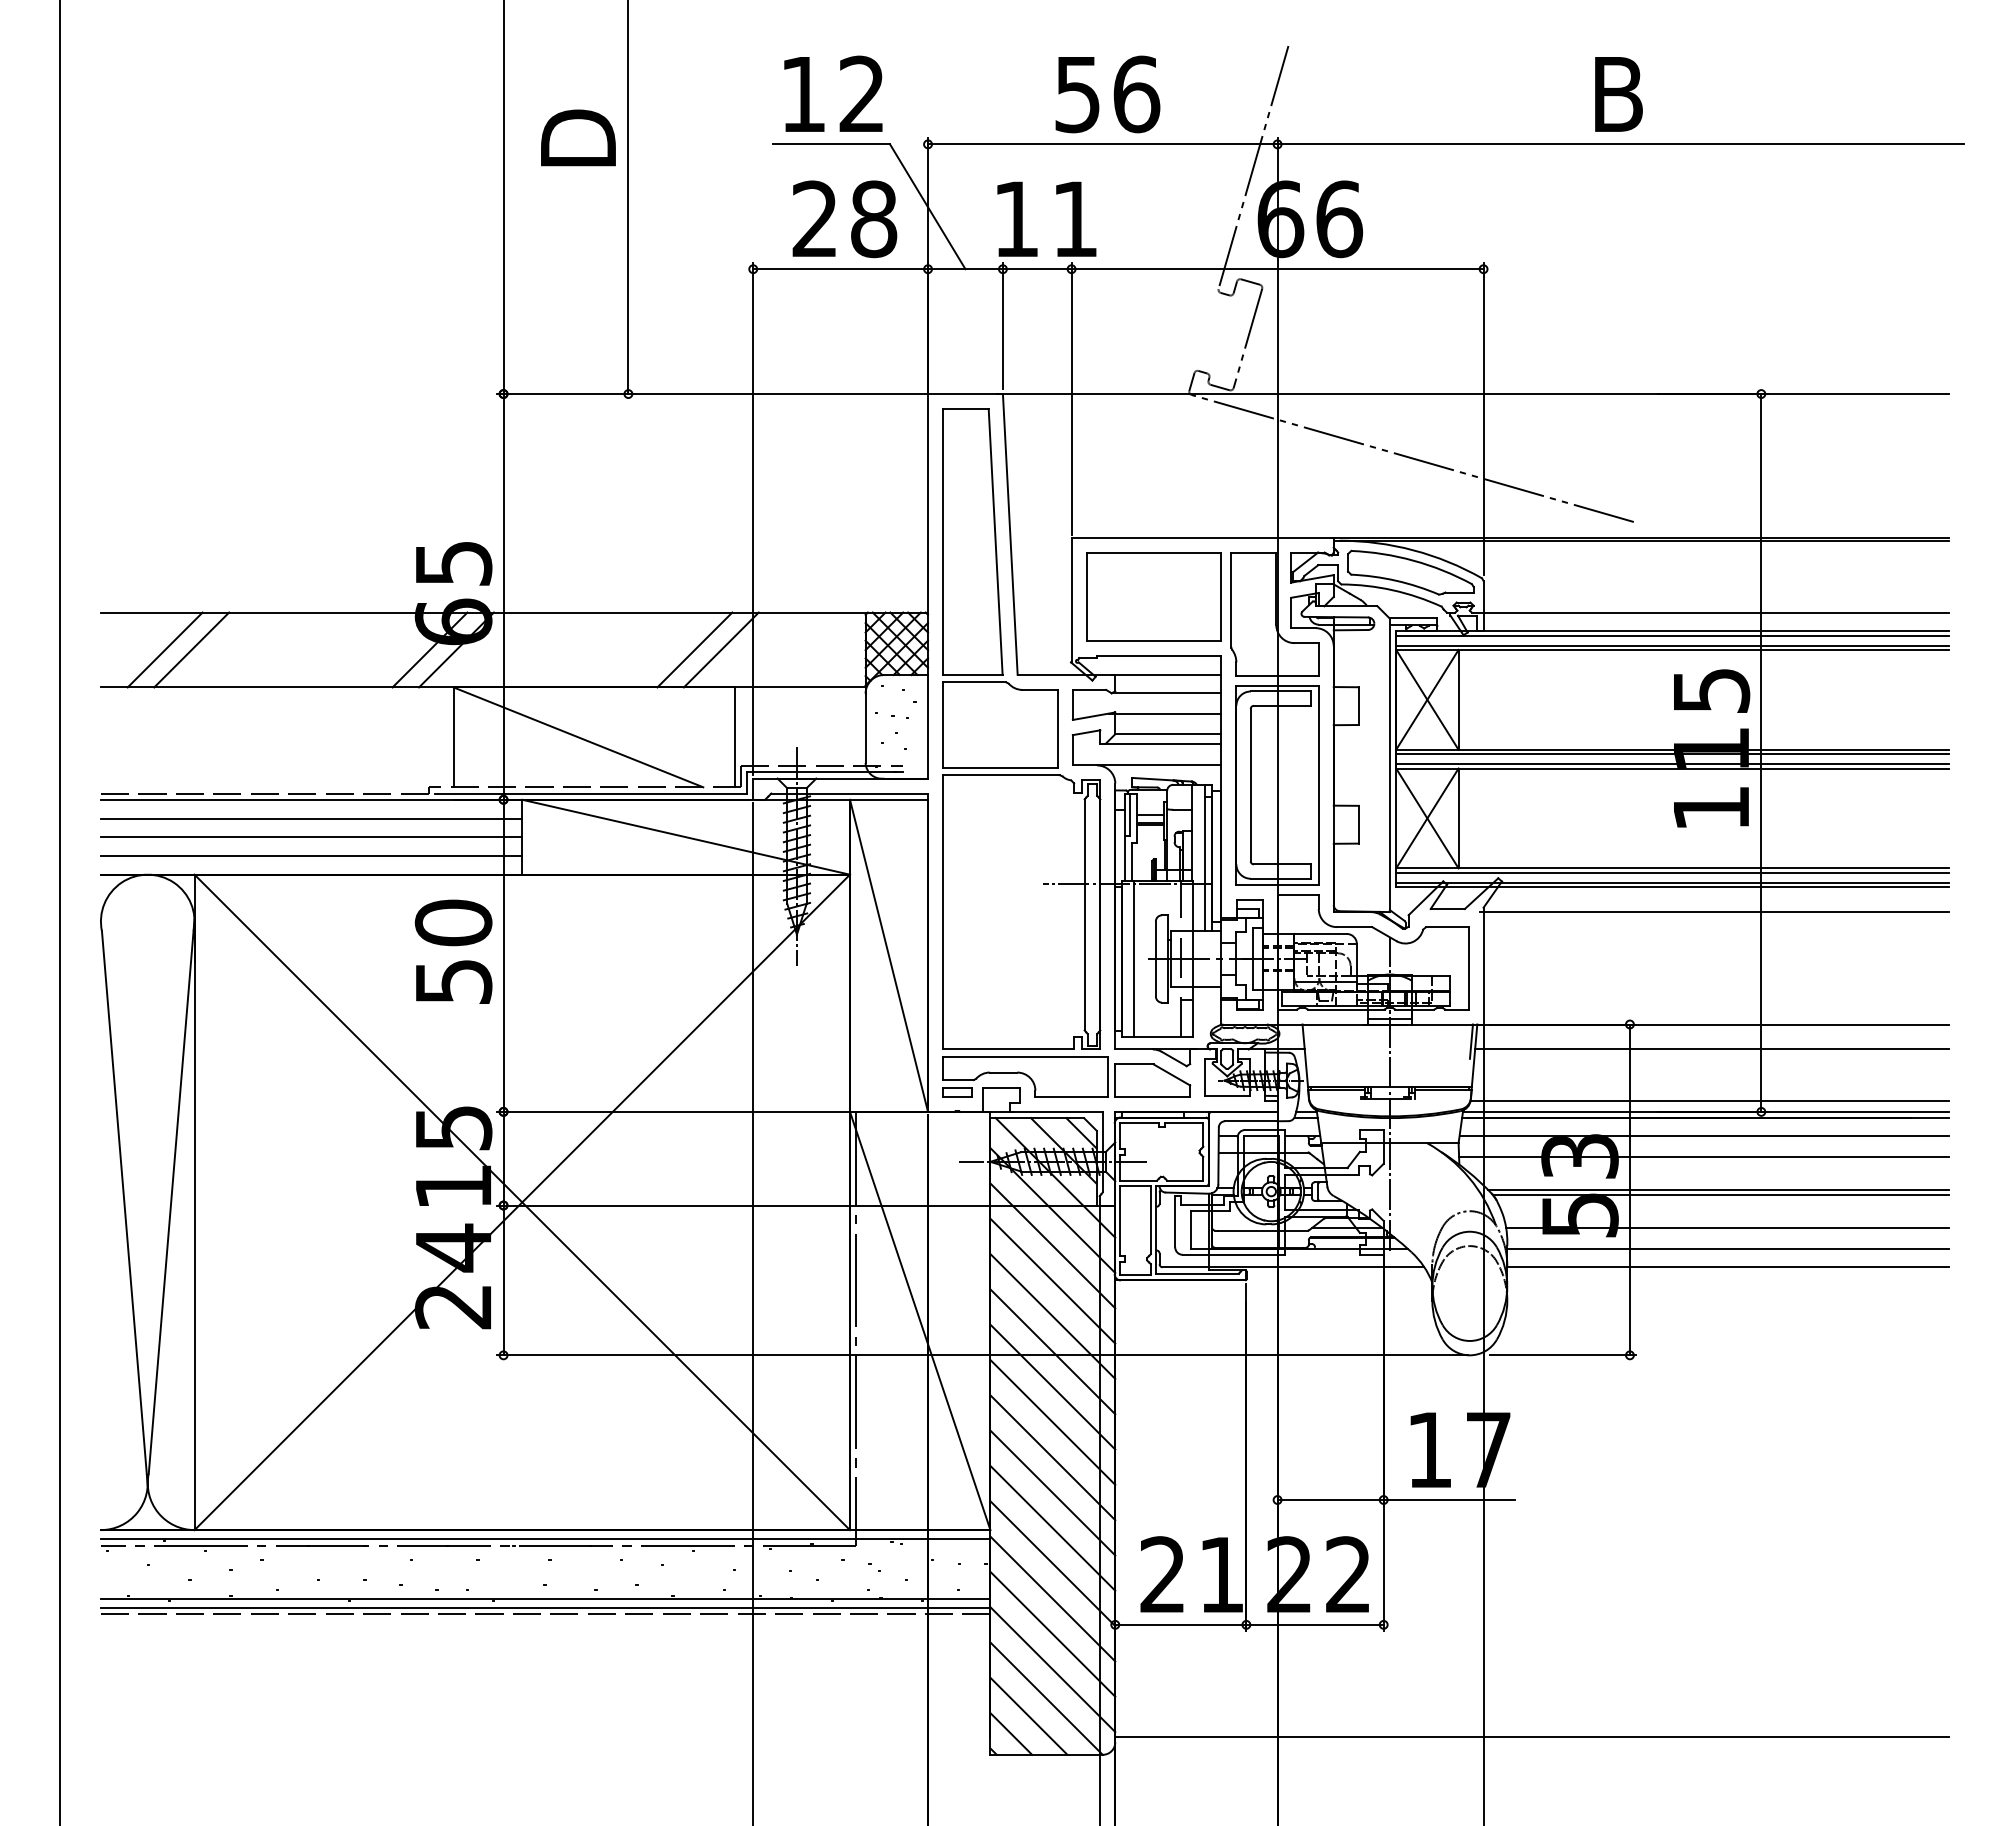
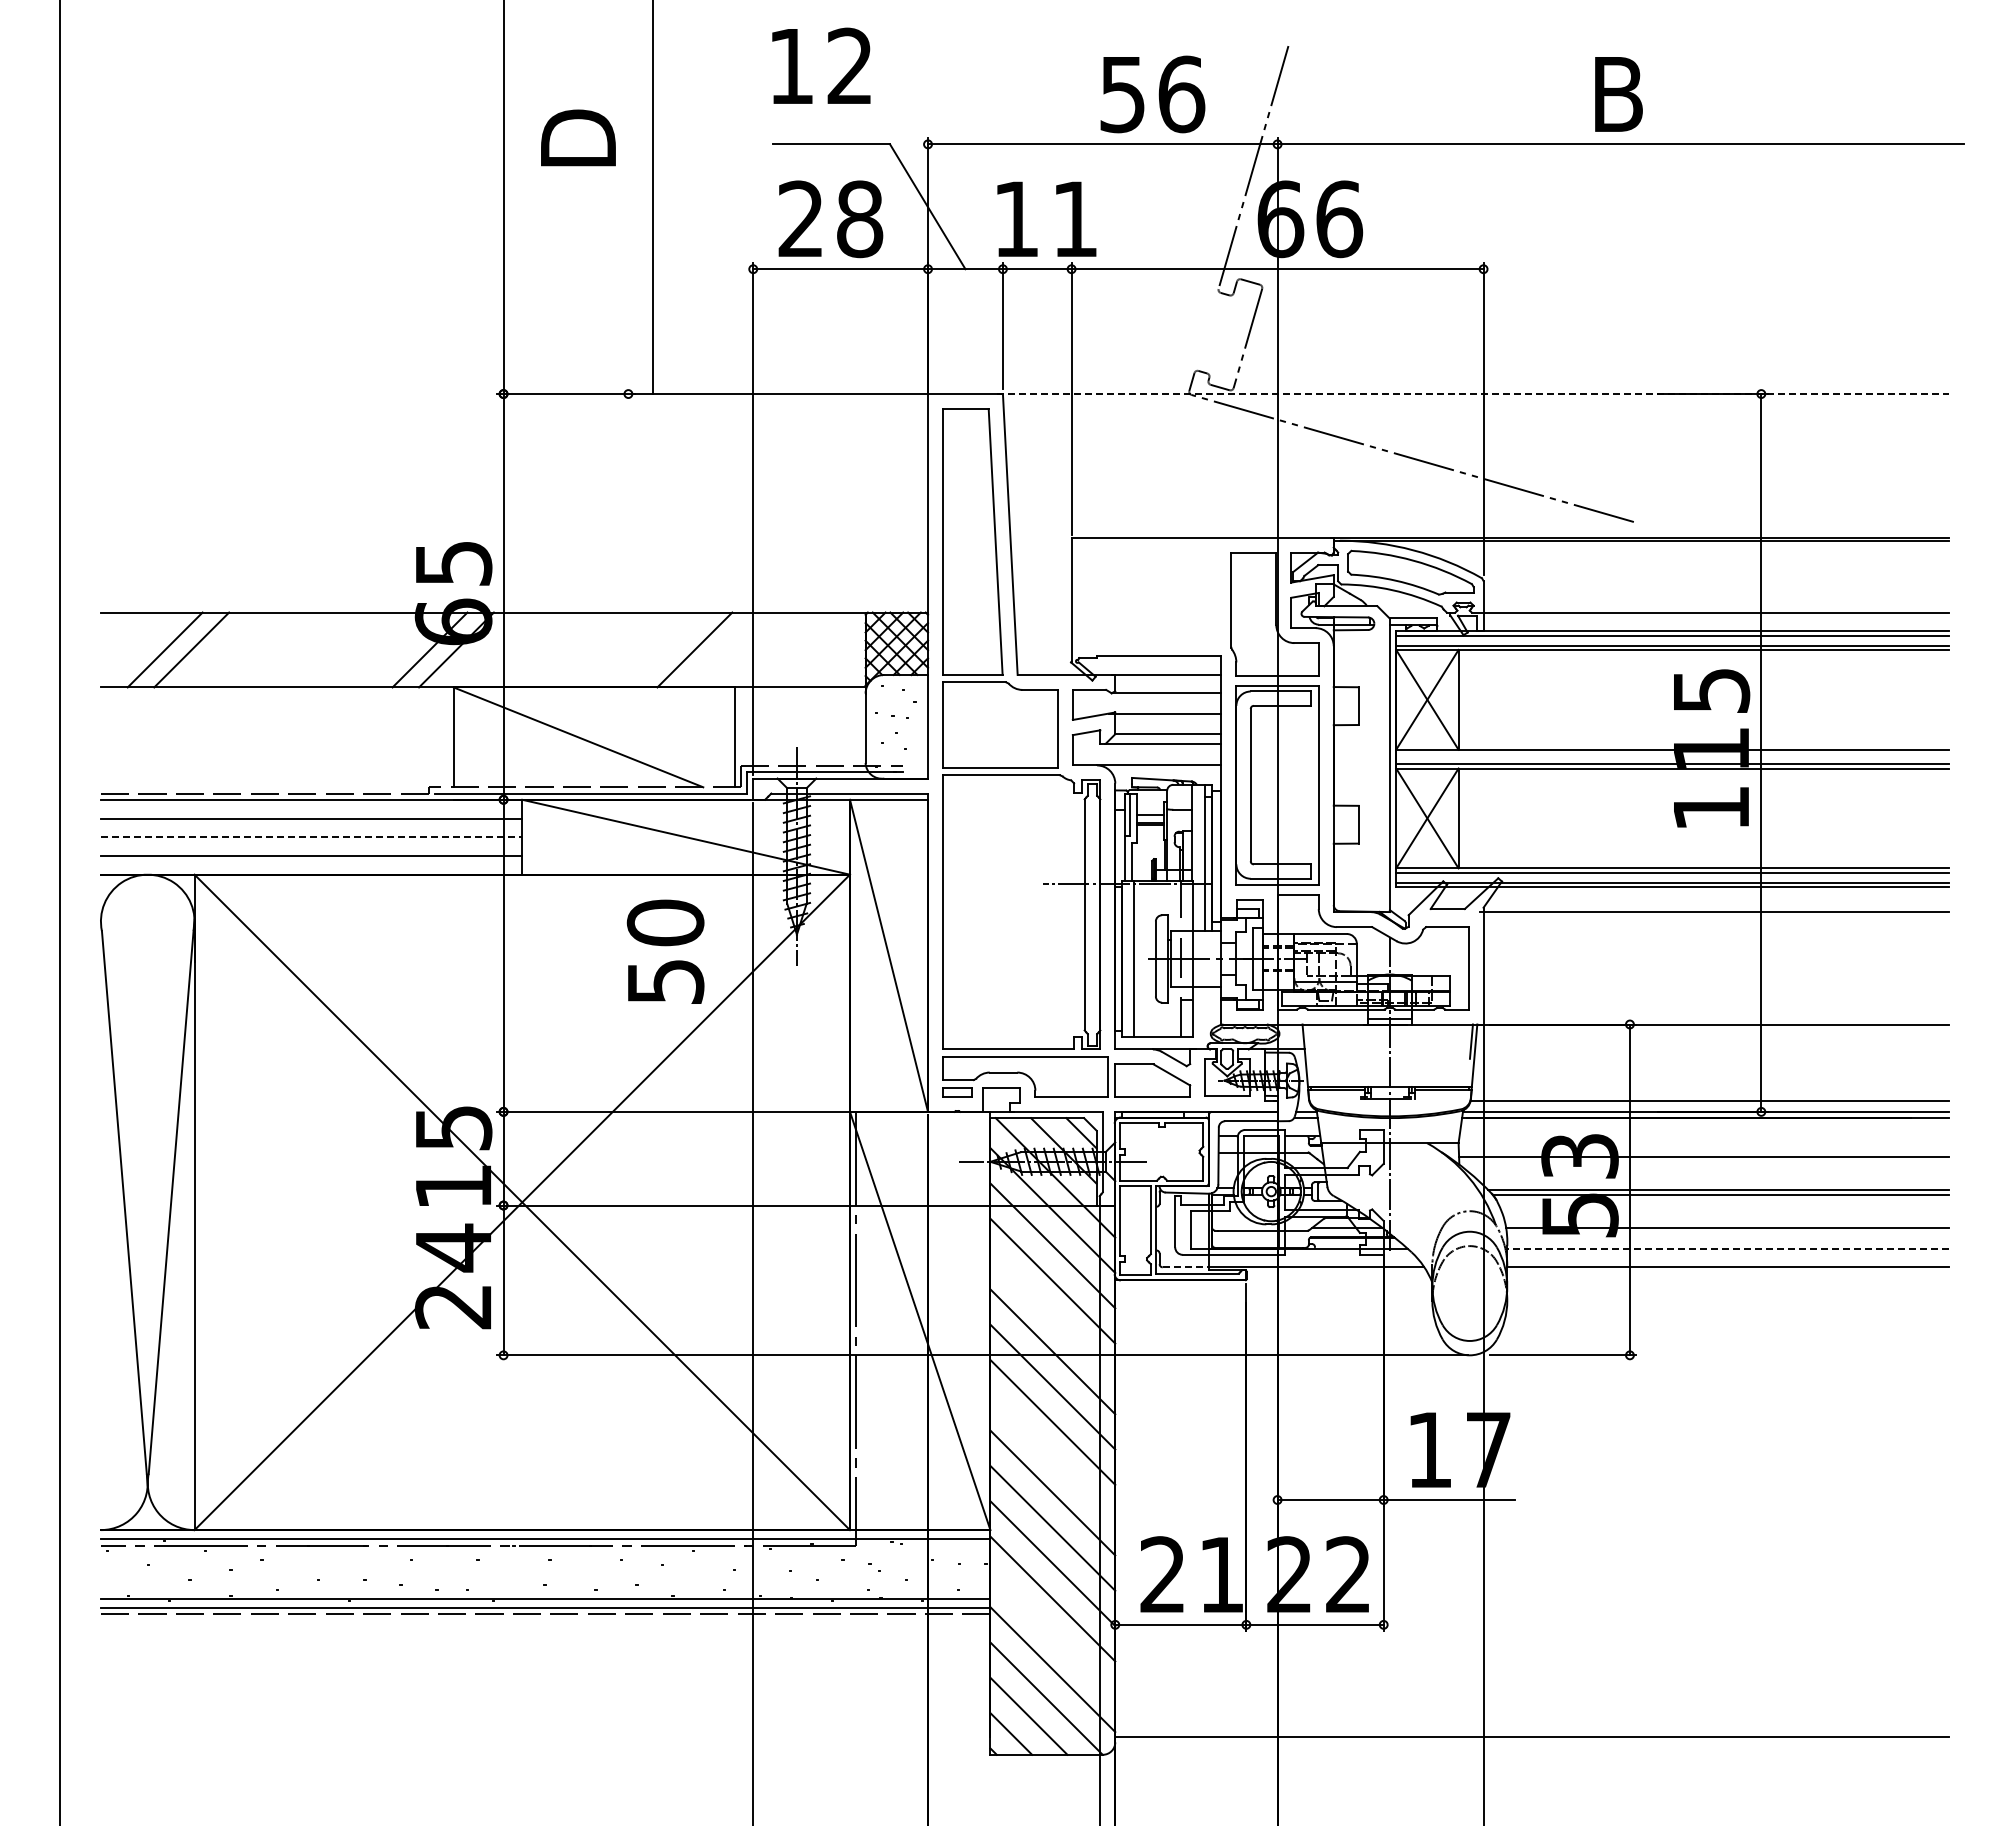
text at (833, 93) position: (833, 93) -> (821, 65)
text at (1107, 94) position: (1107, 94) -> (1152, 94)
line at (628, 198) position: (628, 198) -> (653, 198)
text at (844, 219) position: (844, 219) -> (830, 219)
line at (1472, 394): solid -> dashed
part at (1153, 596): present -> none
line at (720, 649): present -> none
line at (1672, 754): present -> none
line at (311, 837): solid -> dashed
text at (453, 951) position: (453, 951) -> (665, 951)
line at (1711, 1049): present -> none
line at (1703, 1136): present -> none
line at (1728, 1248): solid -> dashed
line at (1186, 1267): solid -> dashed
line at (1052, 1316): present -> none
line at (1052, 1457): present -> none
line at (1052, 1633): present -> none
